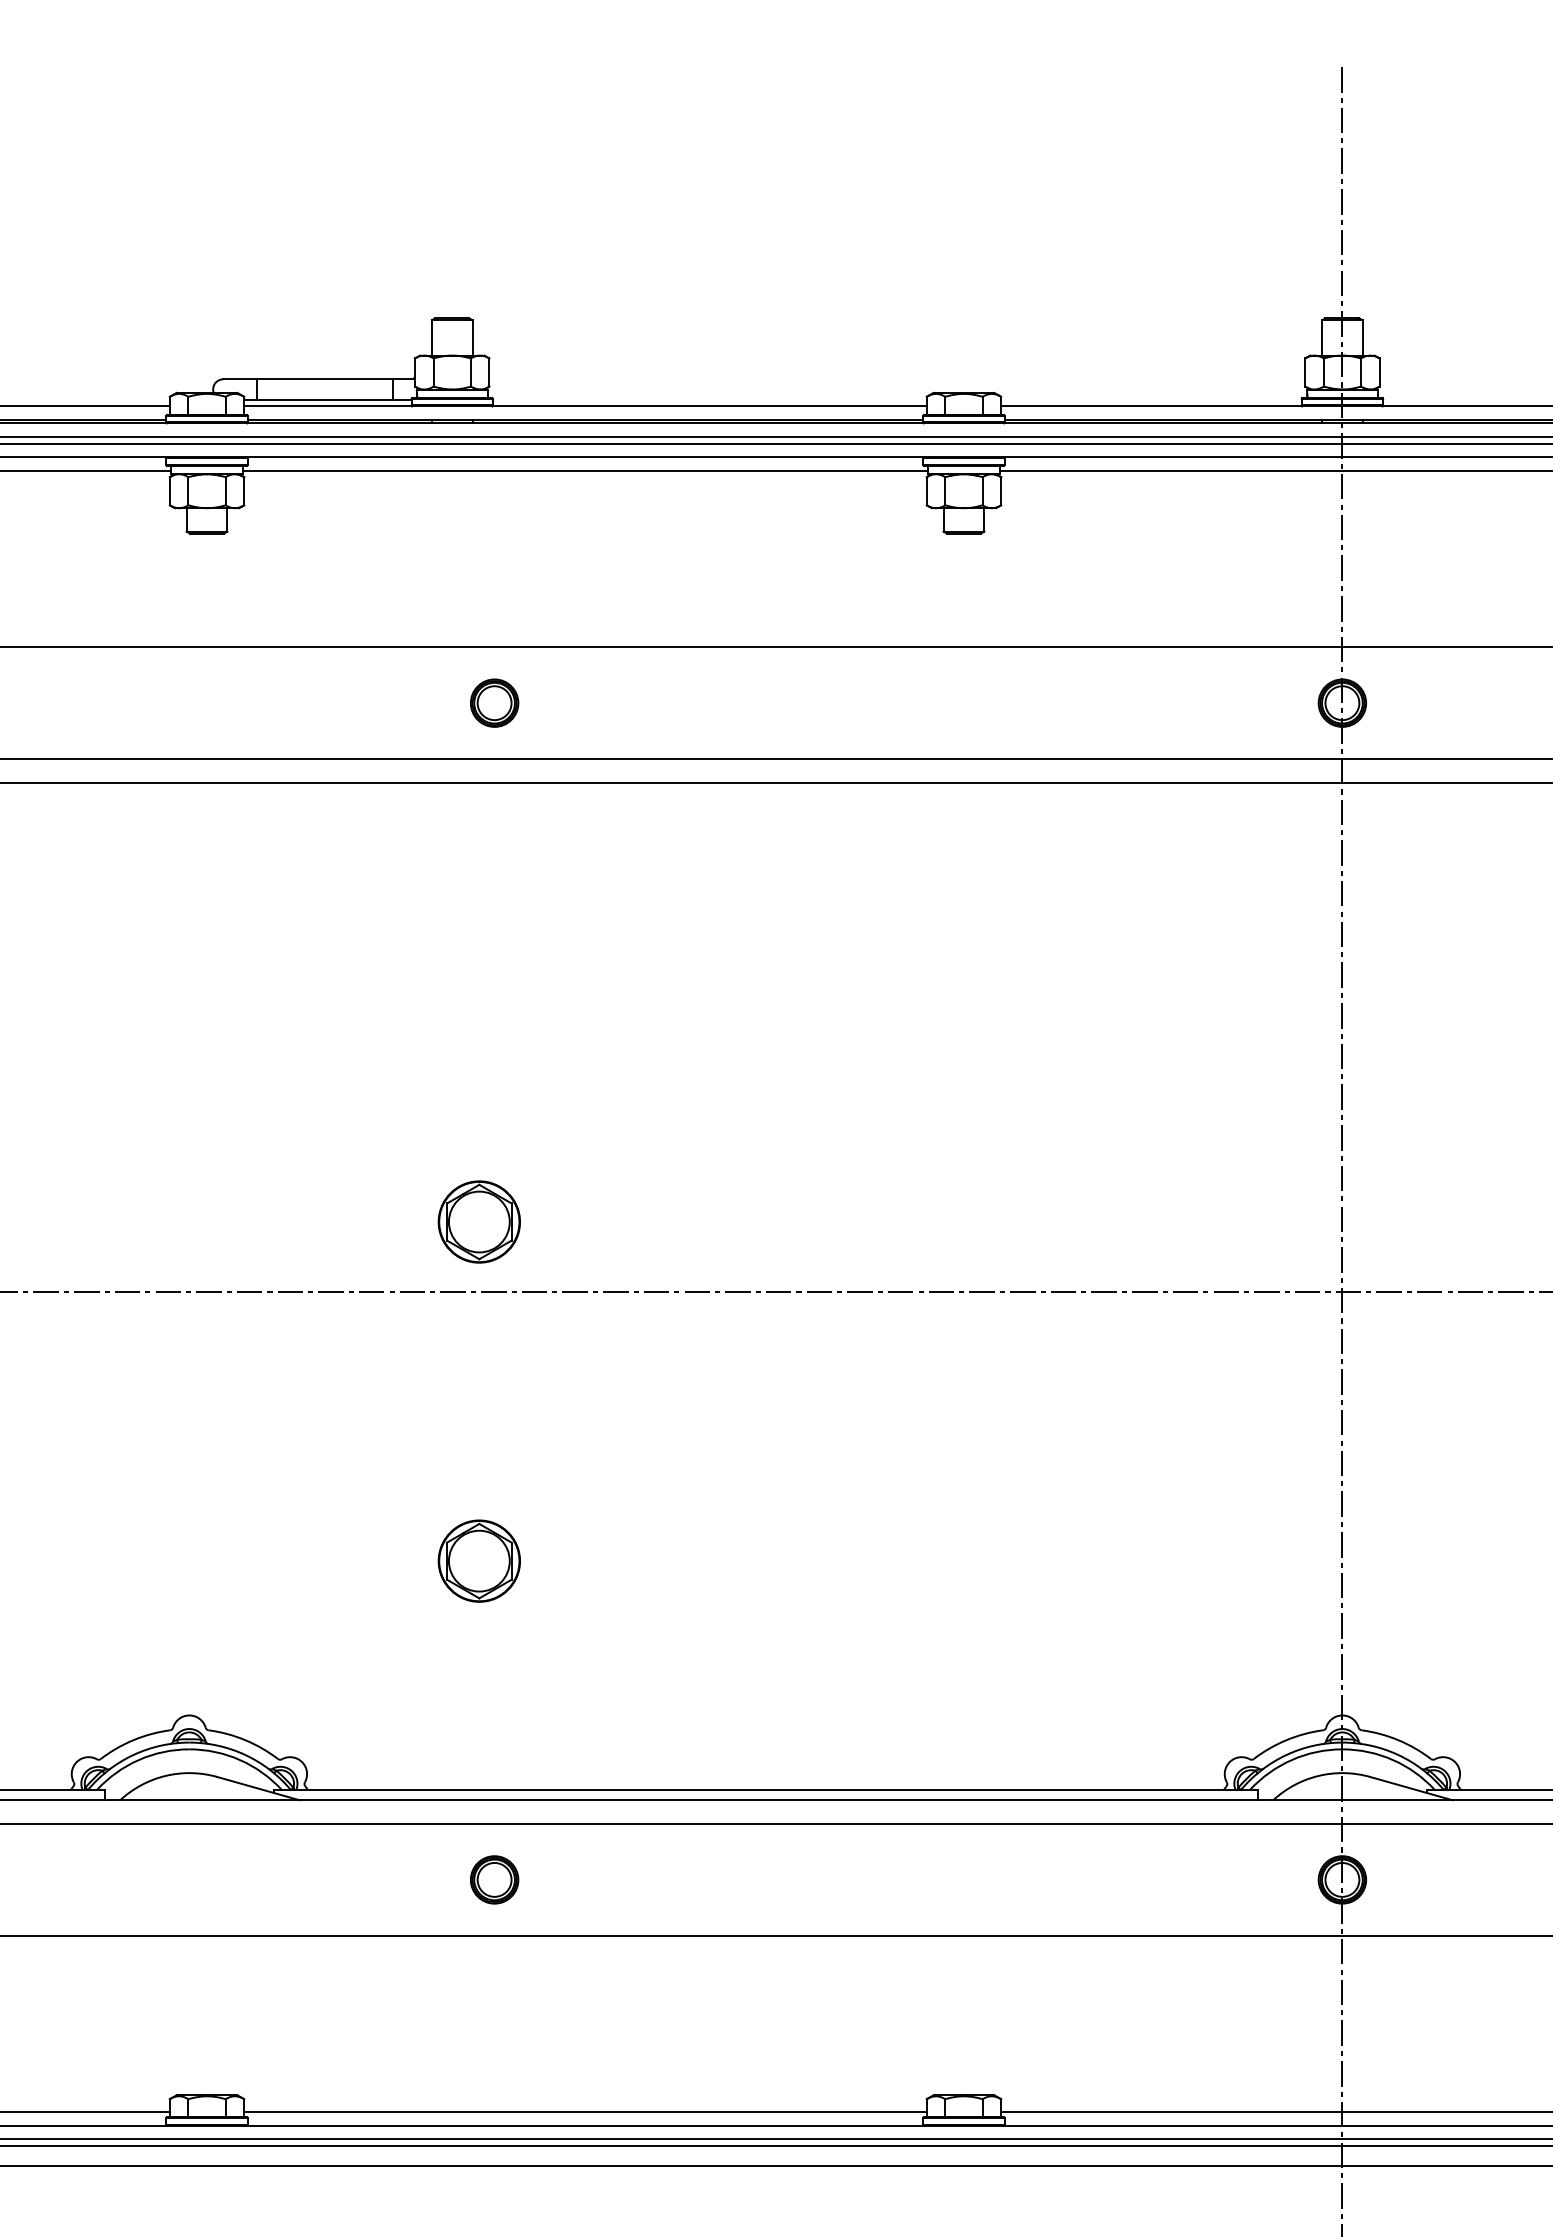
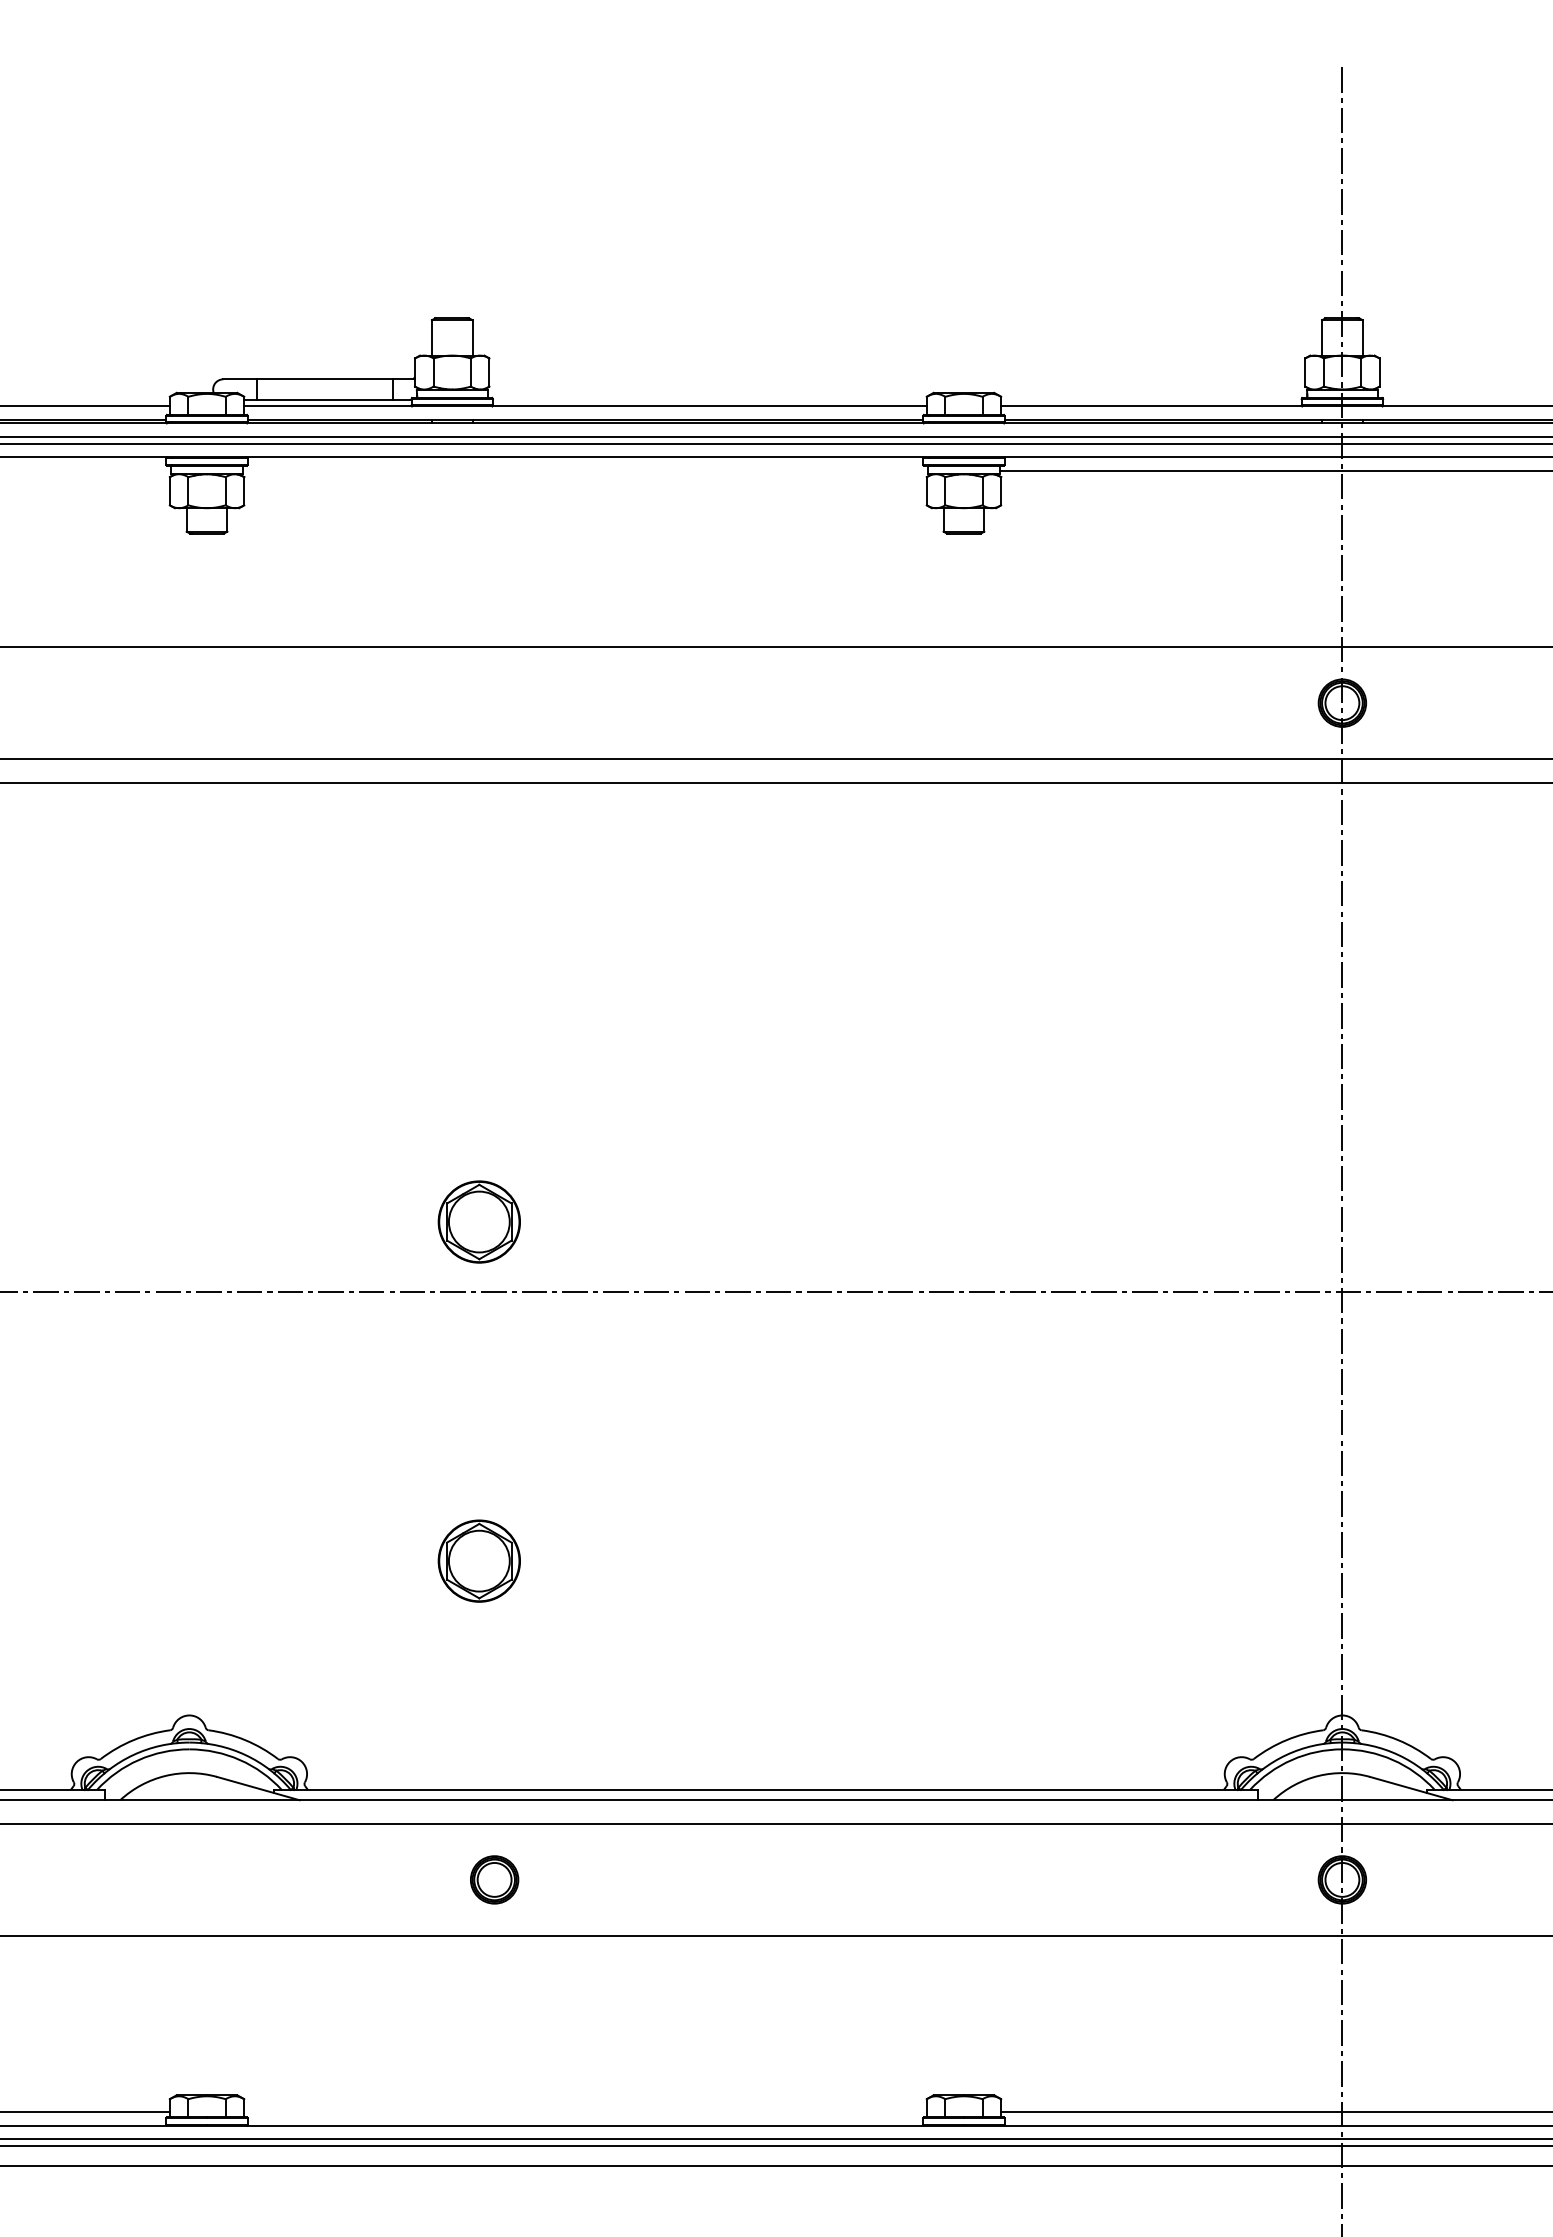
line at (86, 470): present -> none
line at (585, 470): present -> none
part at (494, 702): present -> none
line at (585, 2112): present -> none
